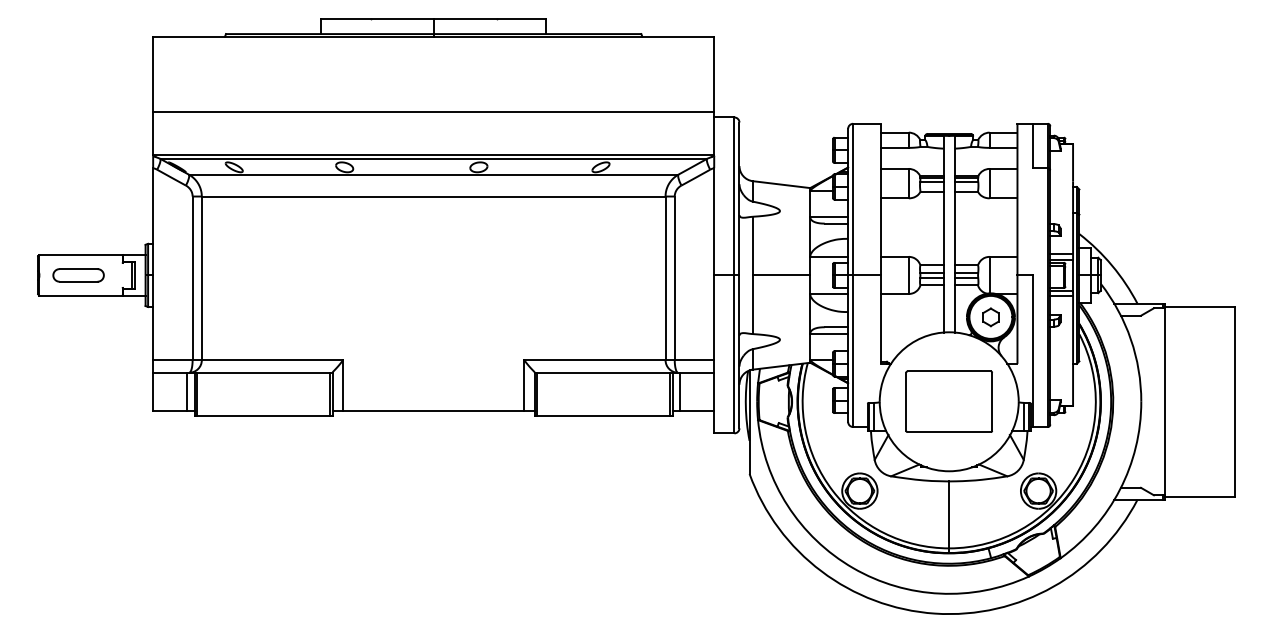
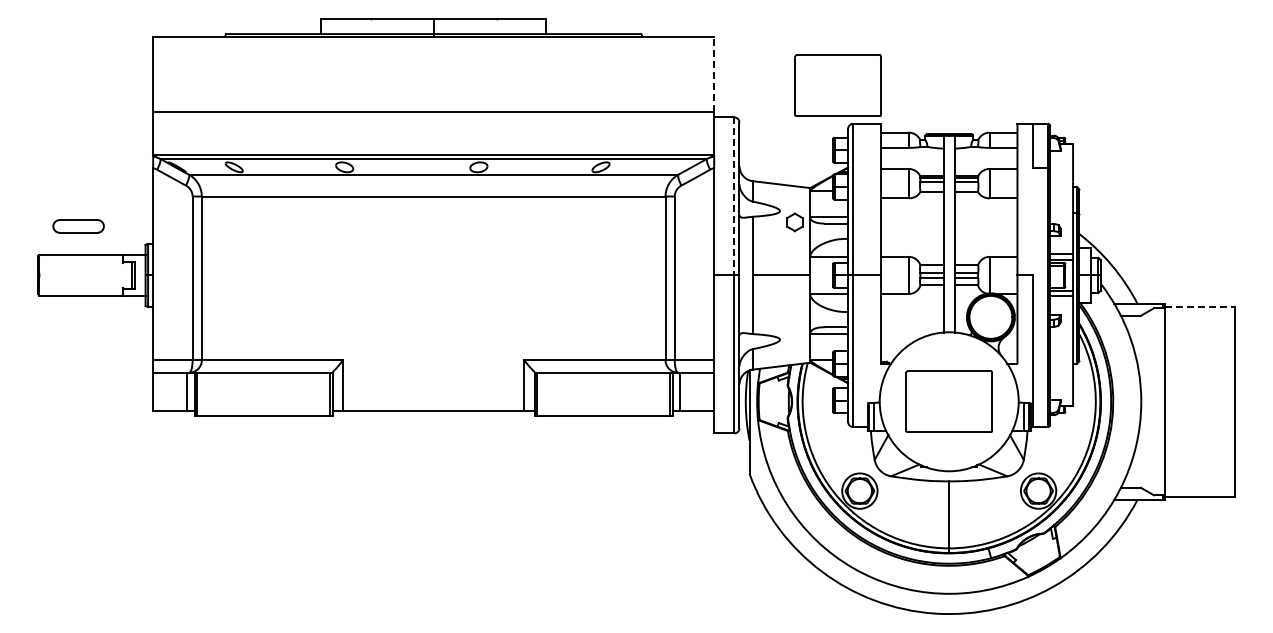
line at (714, 74): solid -> dashed
part at (837, 85): none -> present
line at (734, 196): solid -> dashed
part at (78, 275) position: (78, 275) -> (78, 226)
line at (1200, 307): solid -> dashed
part at (990, 317) position: (990, 317) -> (794, 222)
